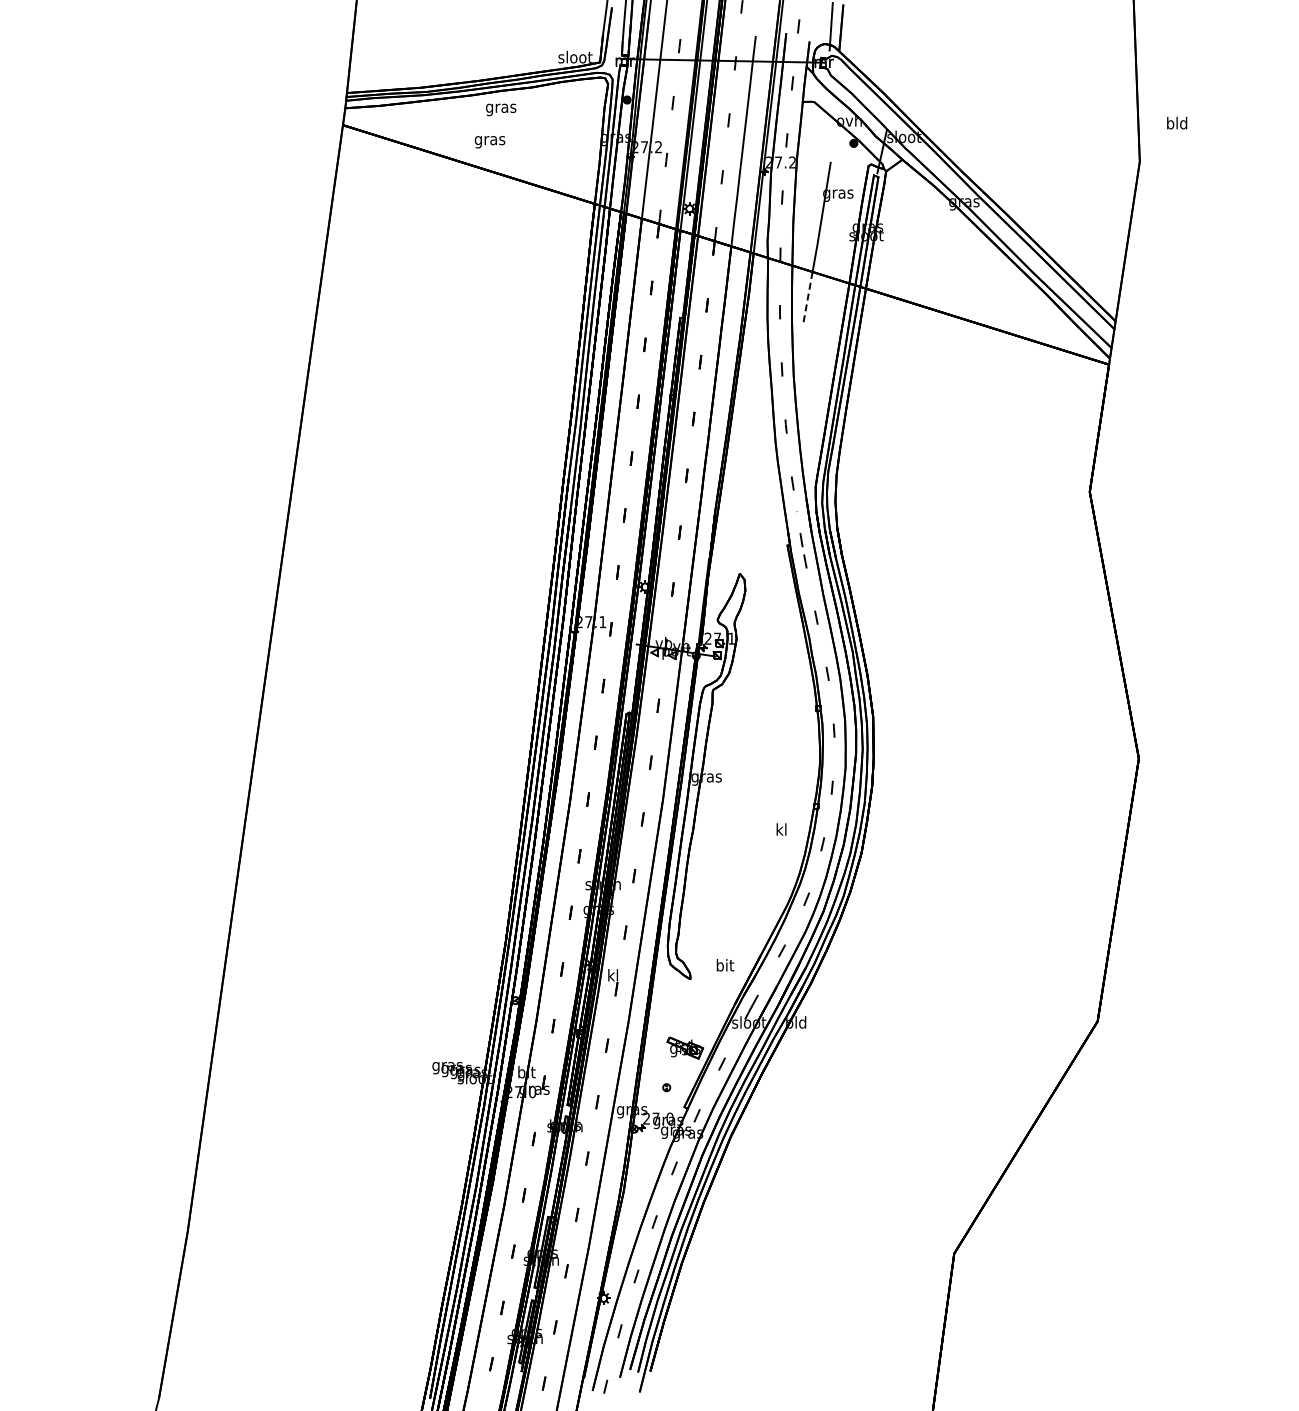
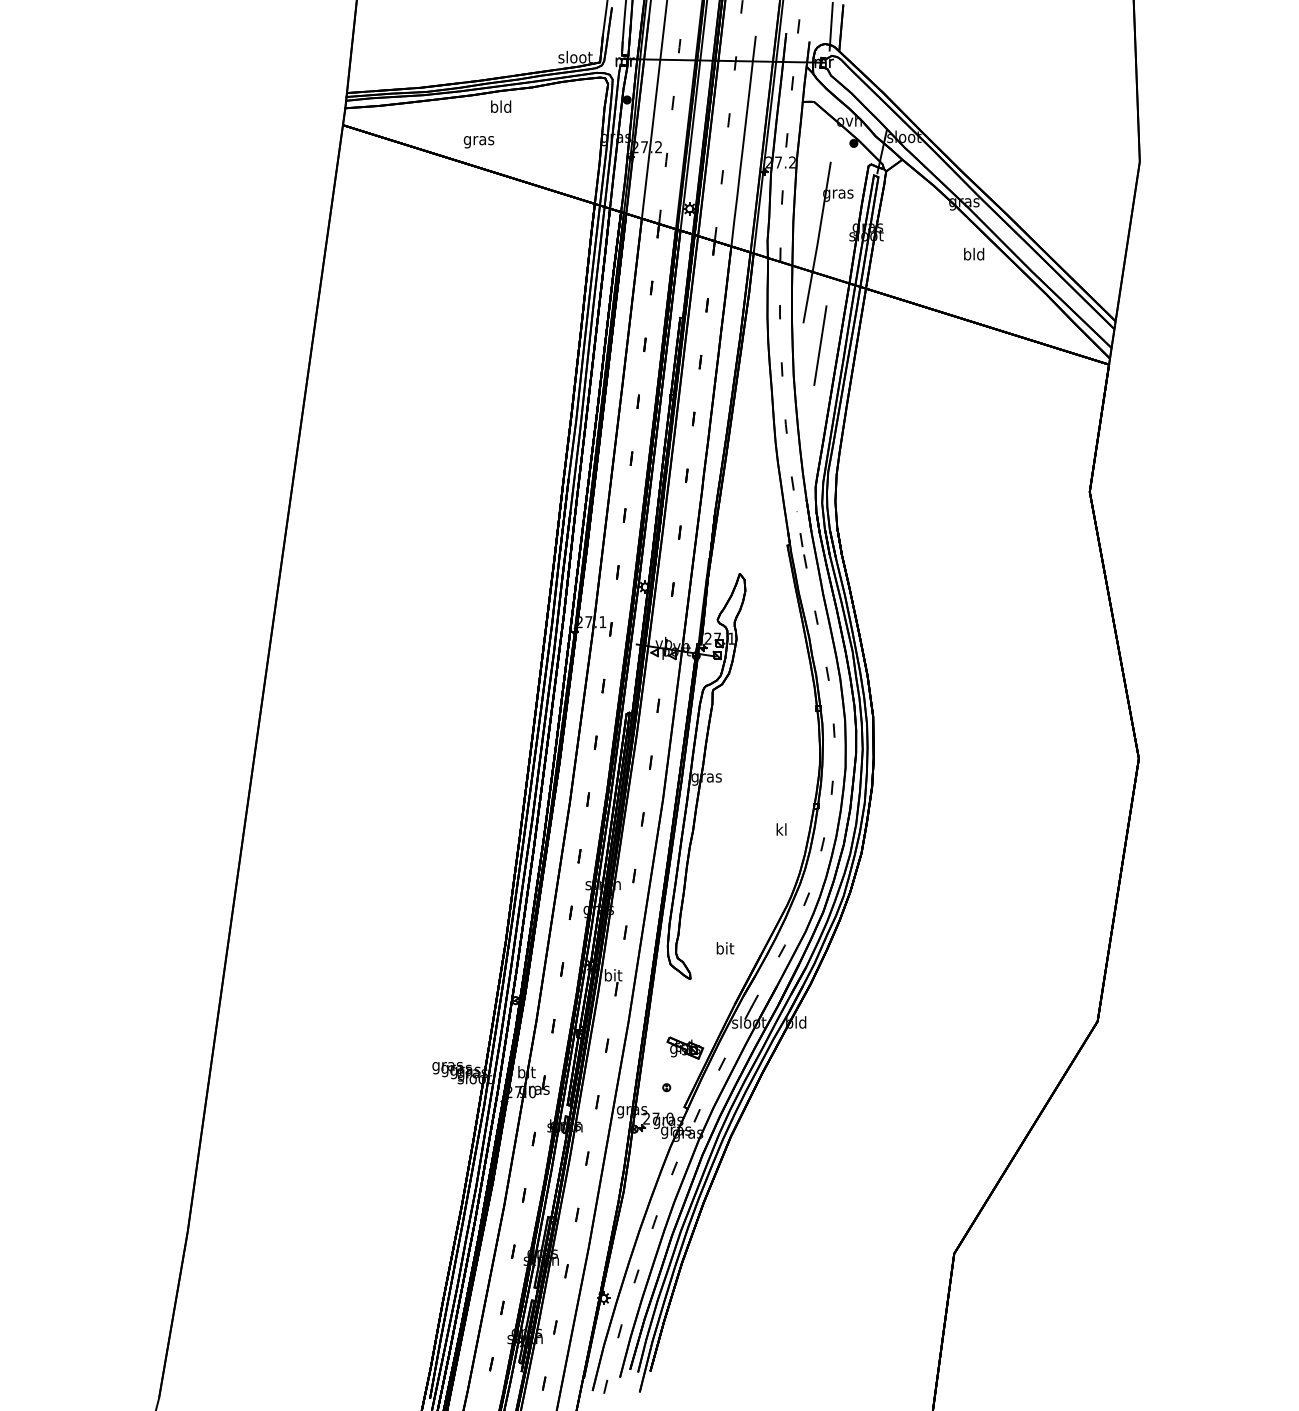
text at (501, 108): gras -> bld
text at (1177, 122) position: (1177, 122) -> (974, 253)
text at (489, 142) position: (489, 142) -> (478, 142)
line at (808, 297): dashed -> solid
line at (820, 345): none -> present
text at (725, 965) position: (725, 965) -> (725, 948)
text at (613, 975): kl -> bit
